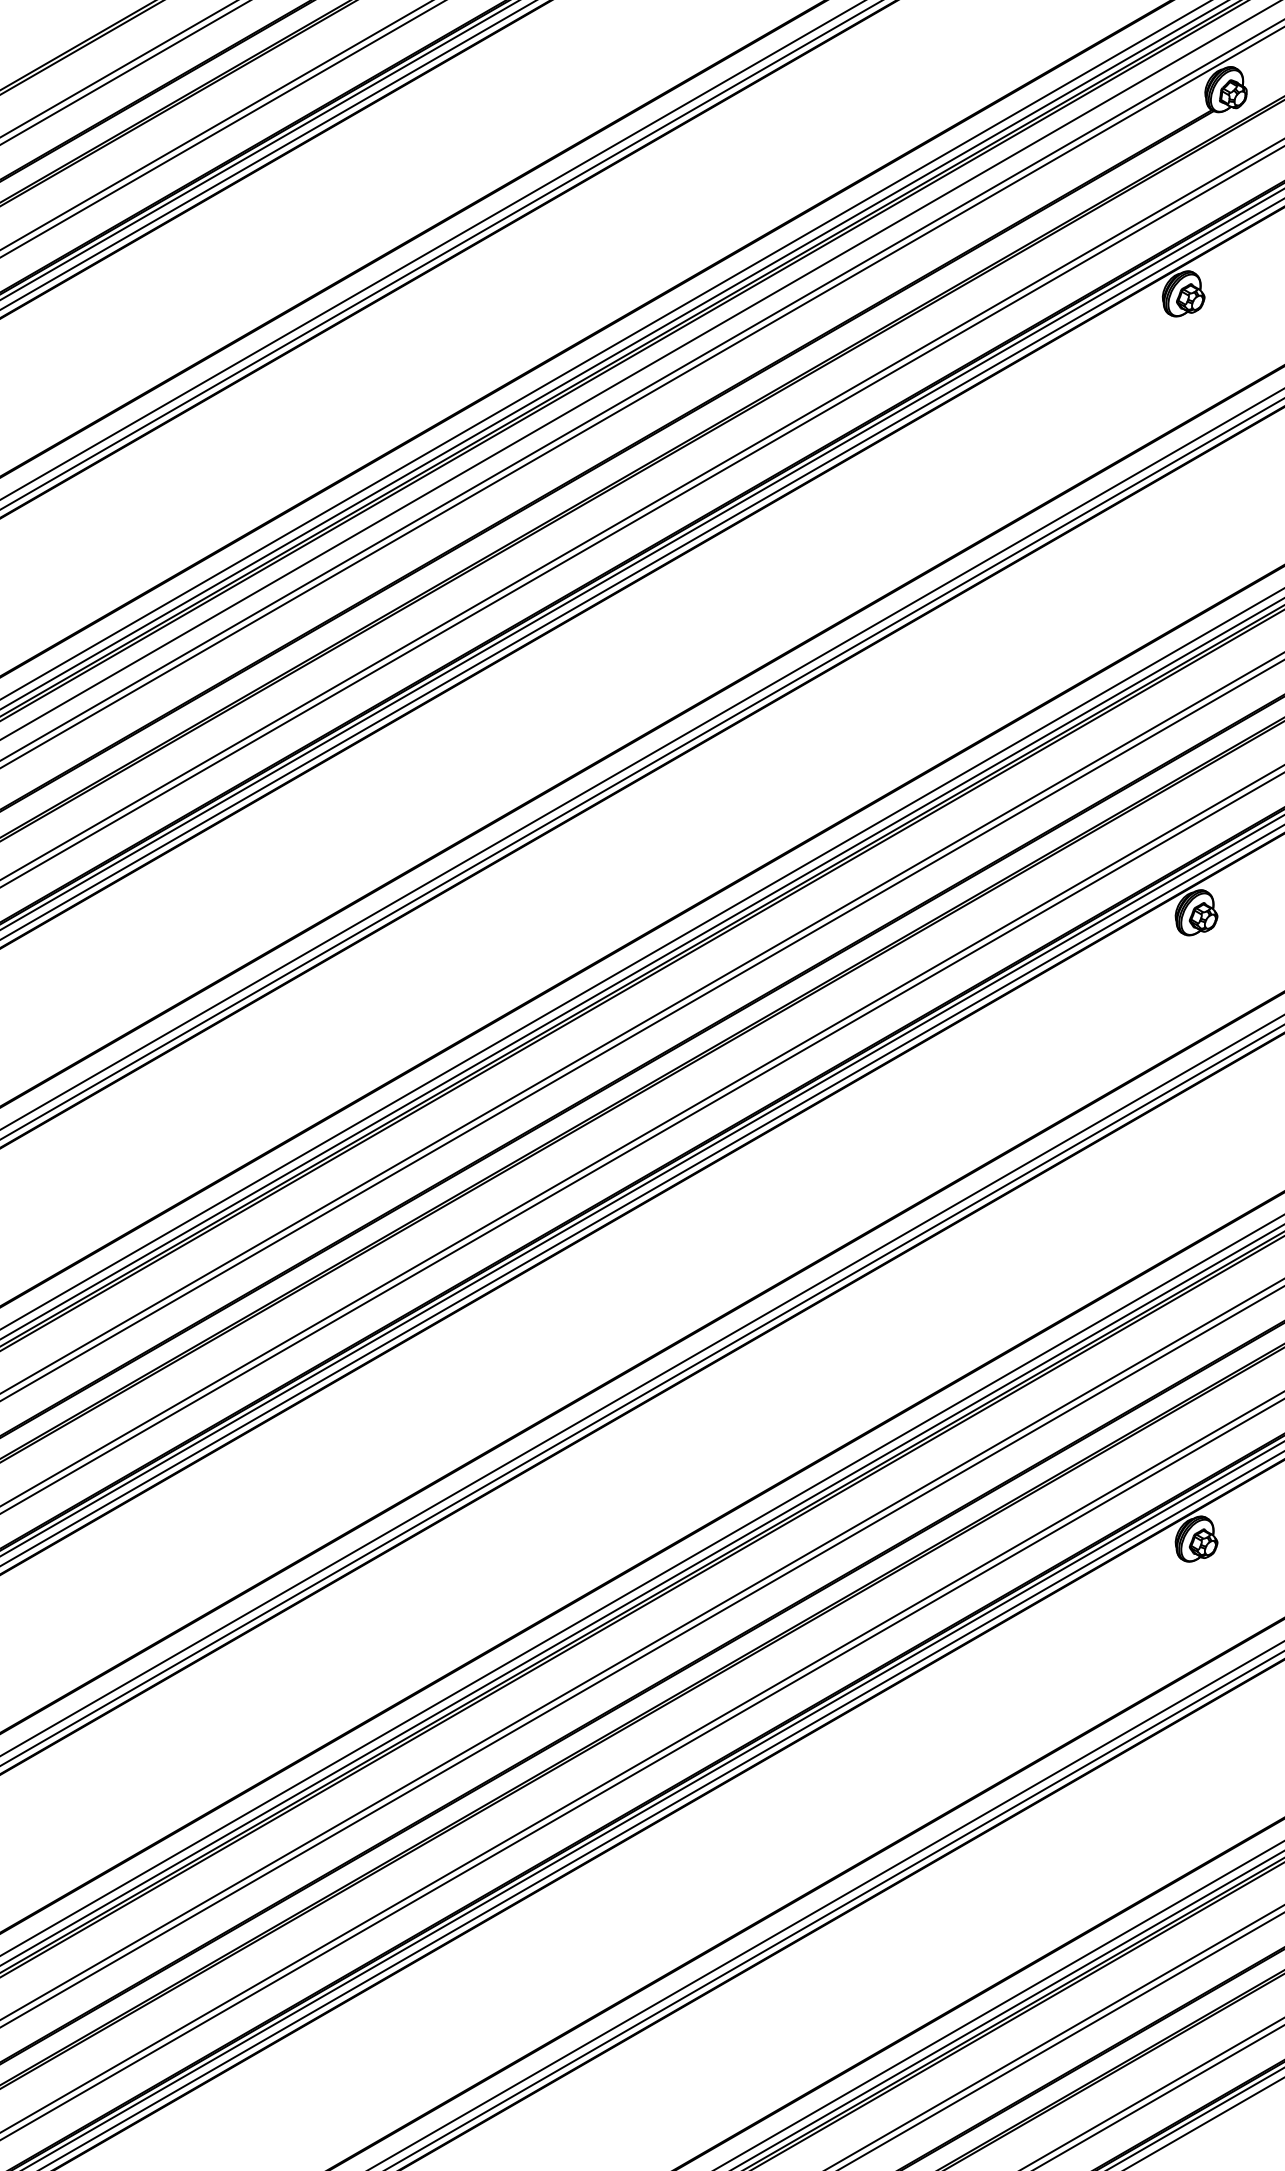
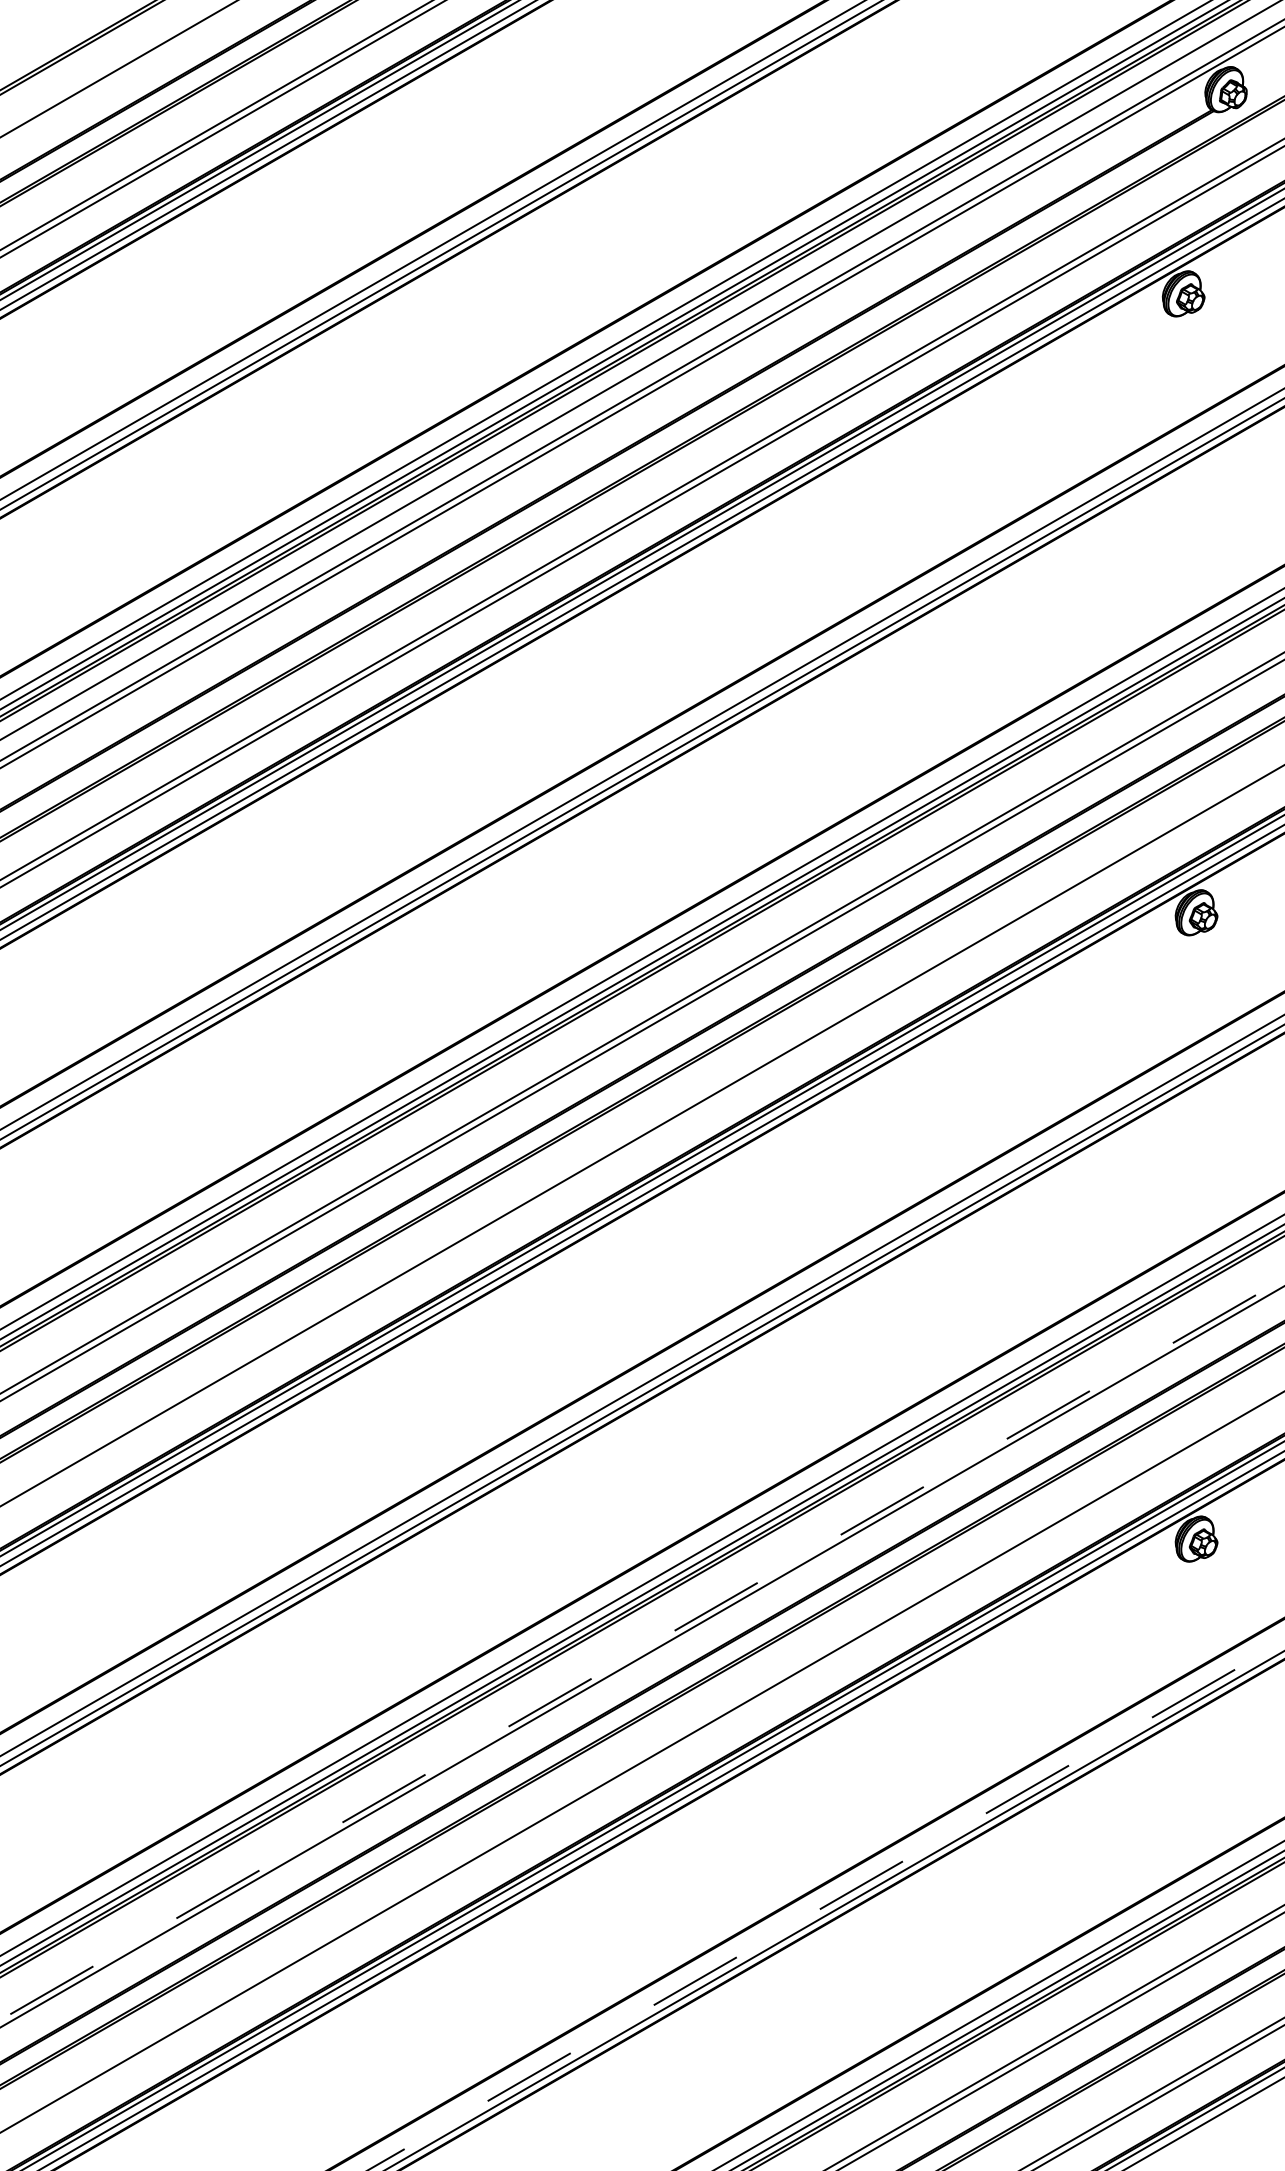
line at (124, 72): present -> none
line at (641, 1143): present -> none
line at (642, 1649): solid -> dashed
line at (641, 1769): present -> none
line at (825, 1905): solid -> dashed
